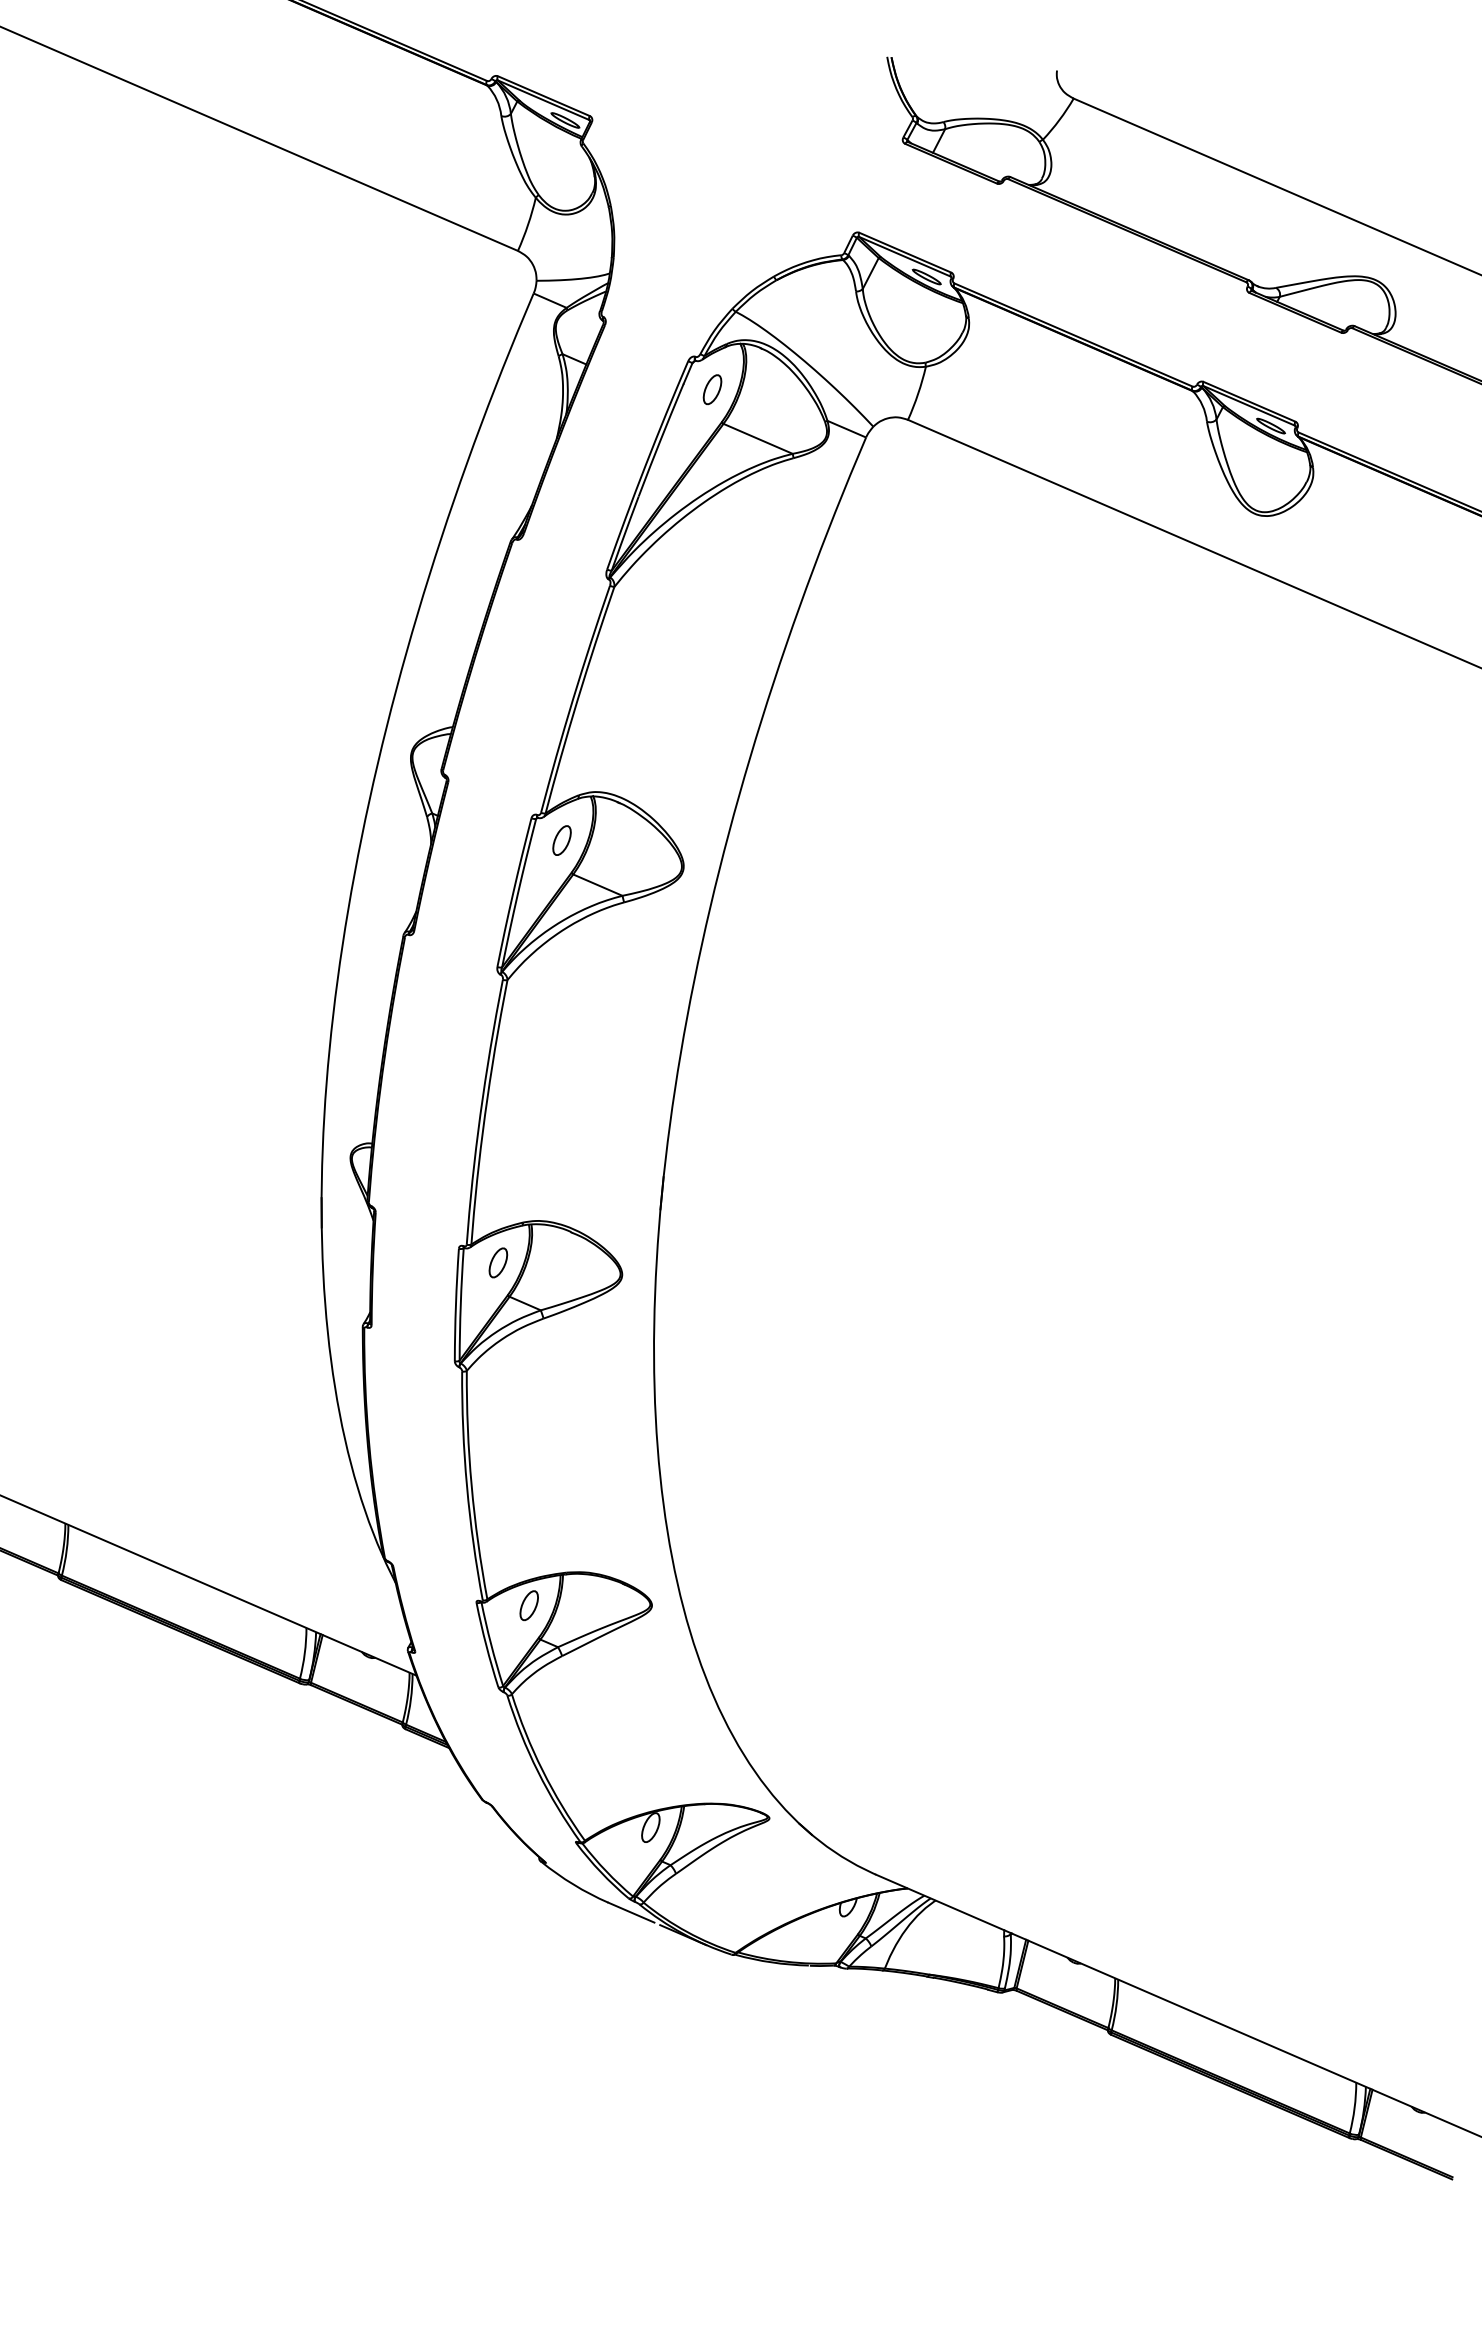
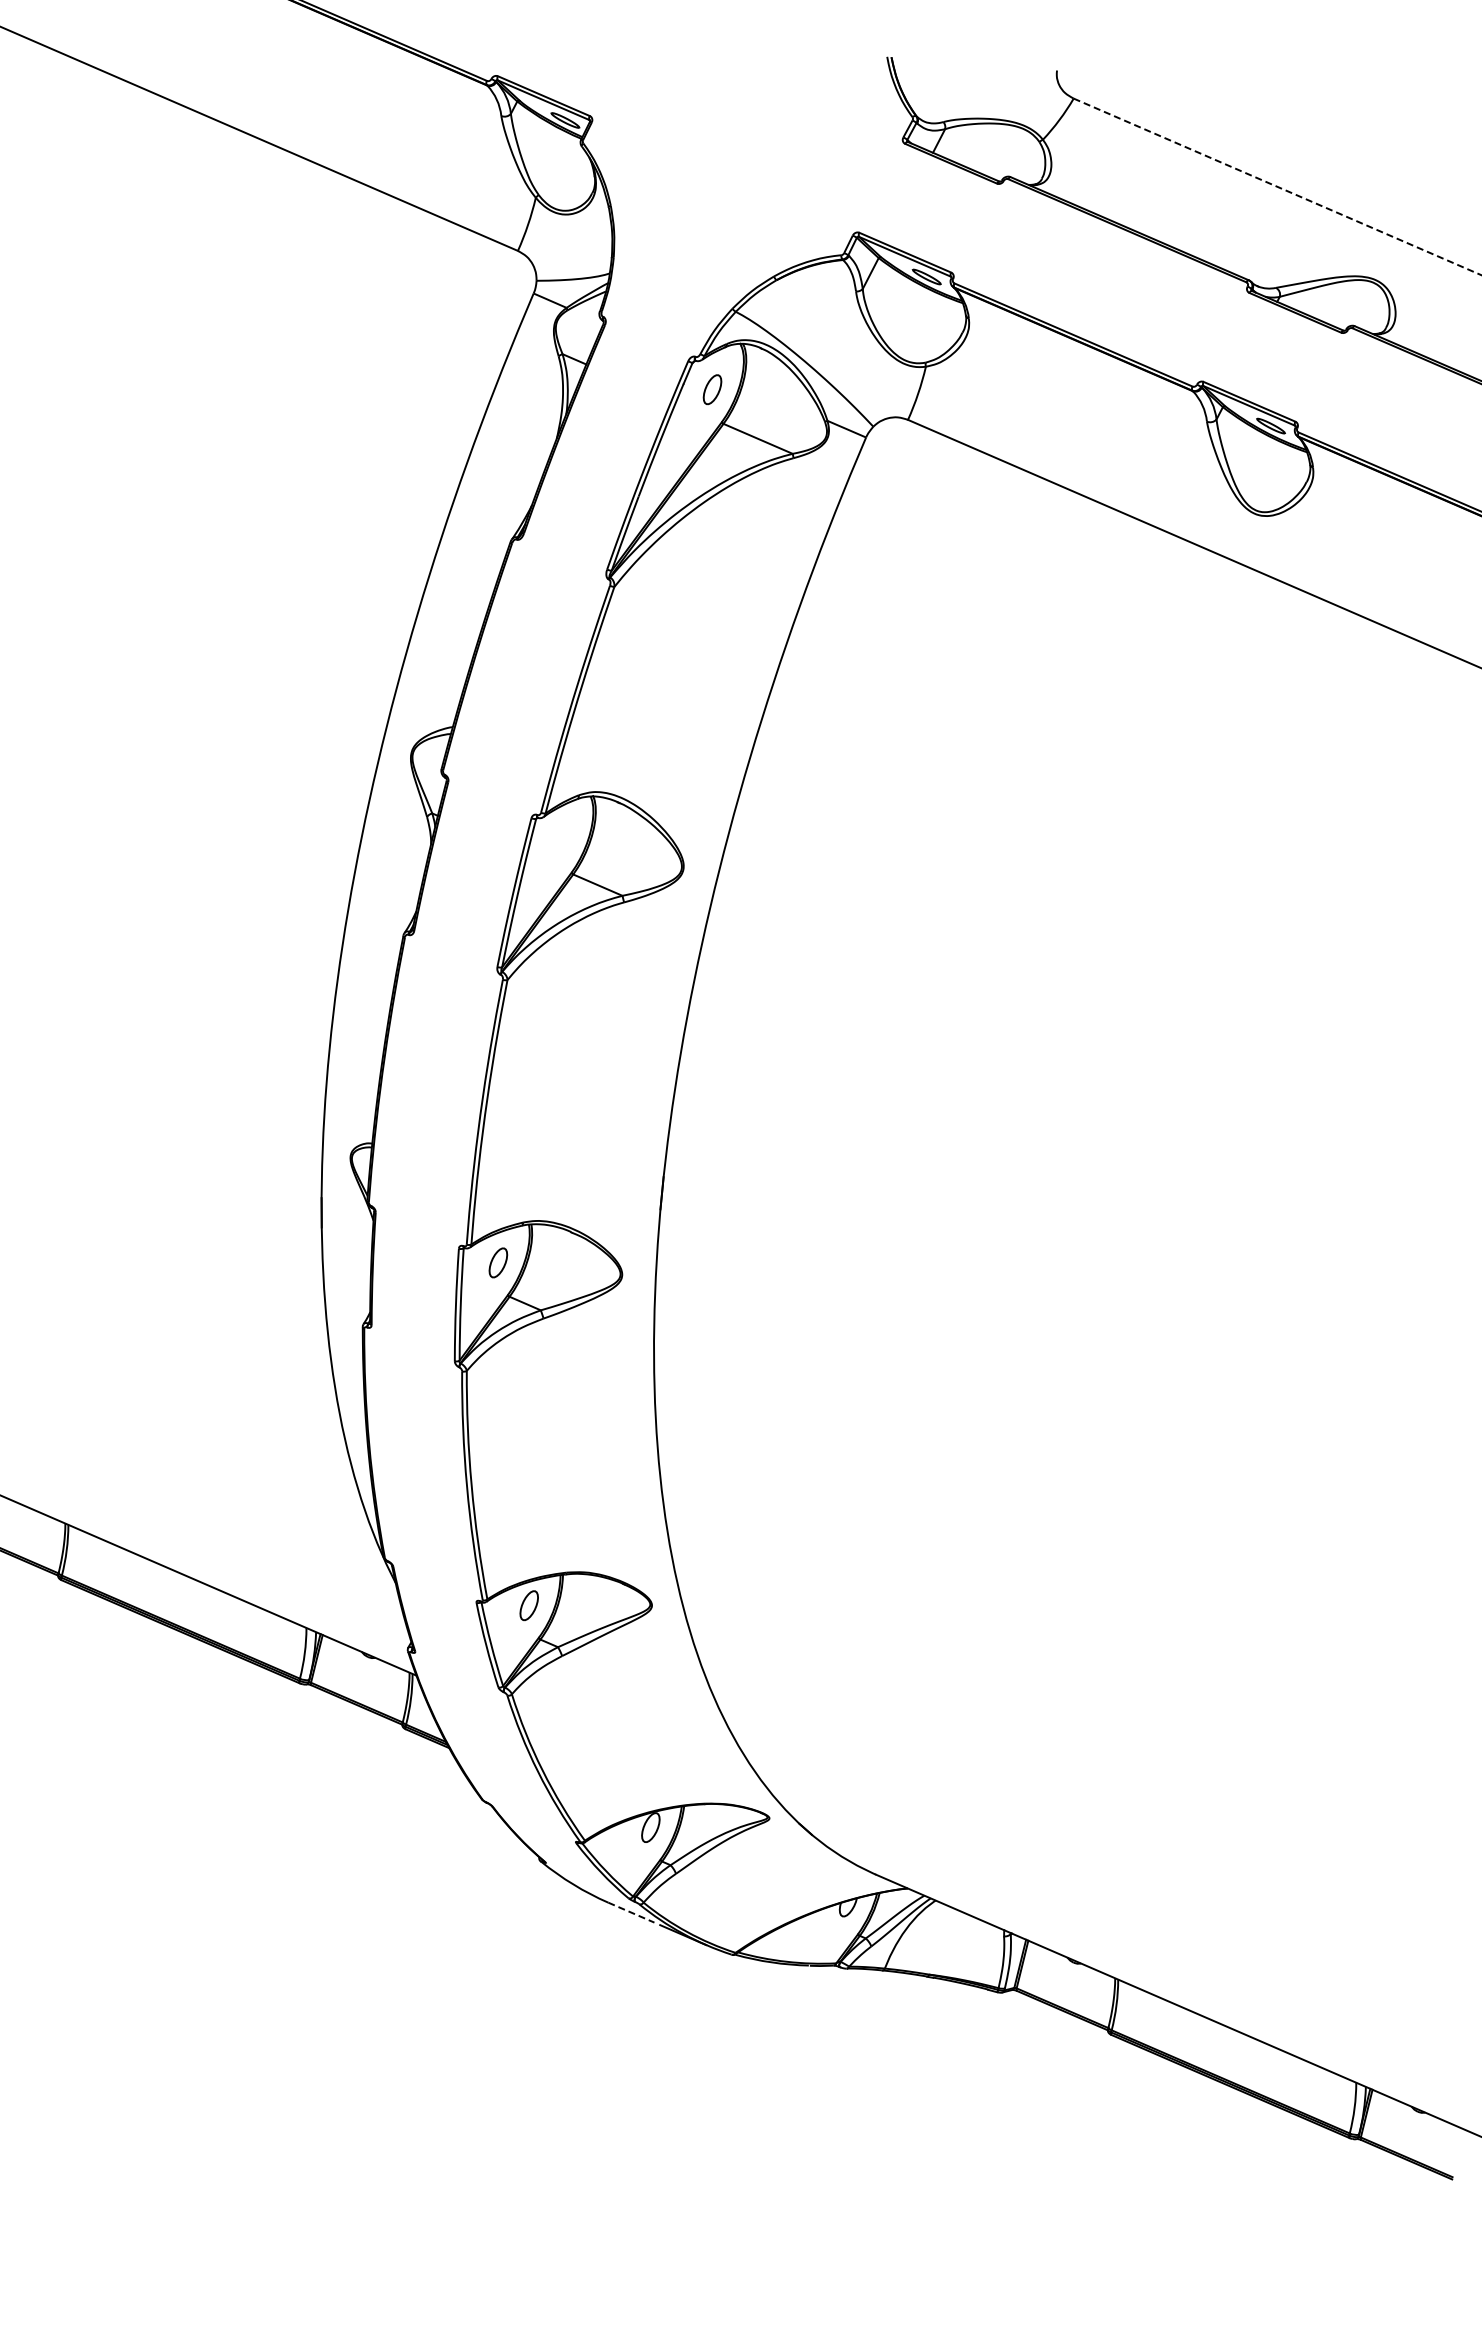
line at (1278, 187): solid -> dashed
part at (561, 840): present -> none
line at (631, 1912): solid -> dashed
